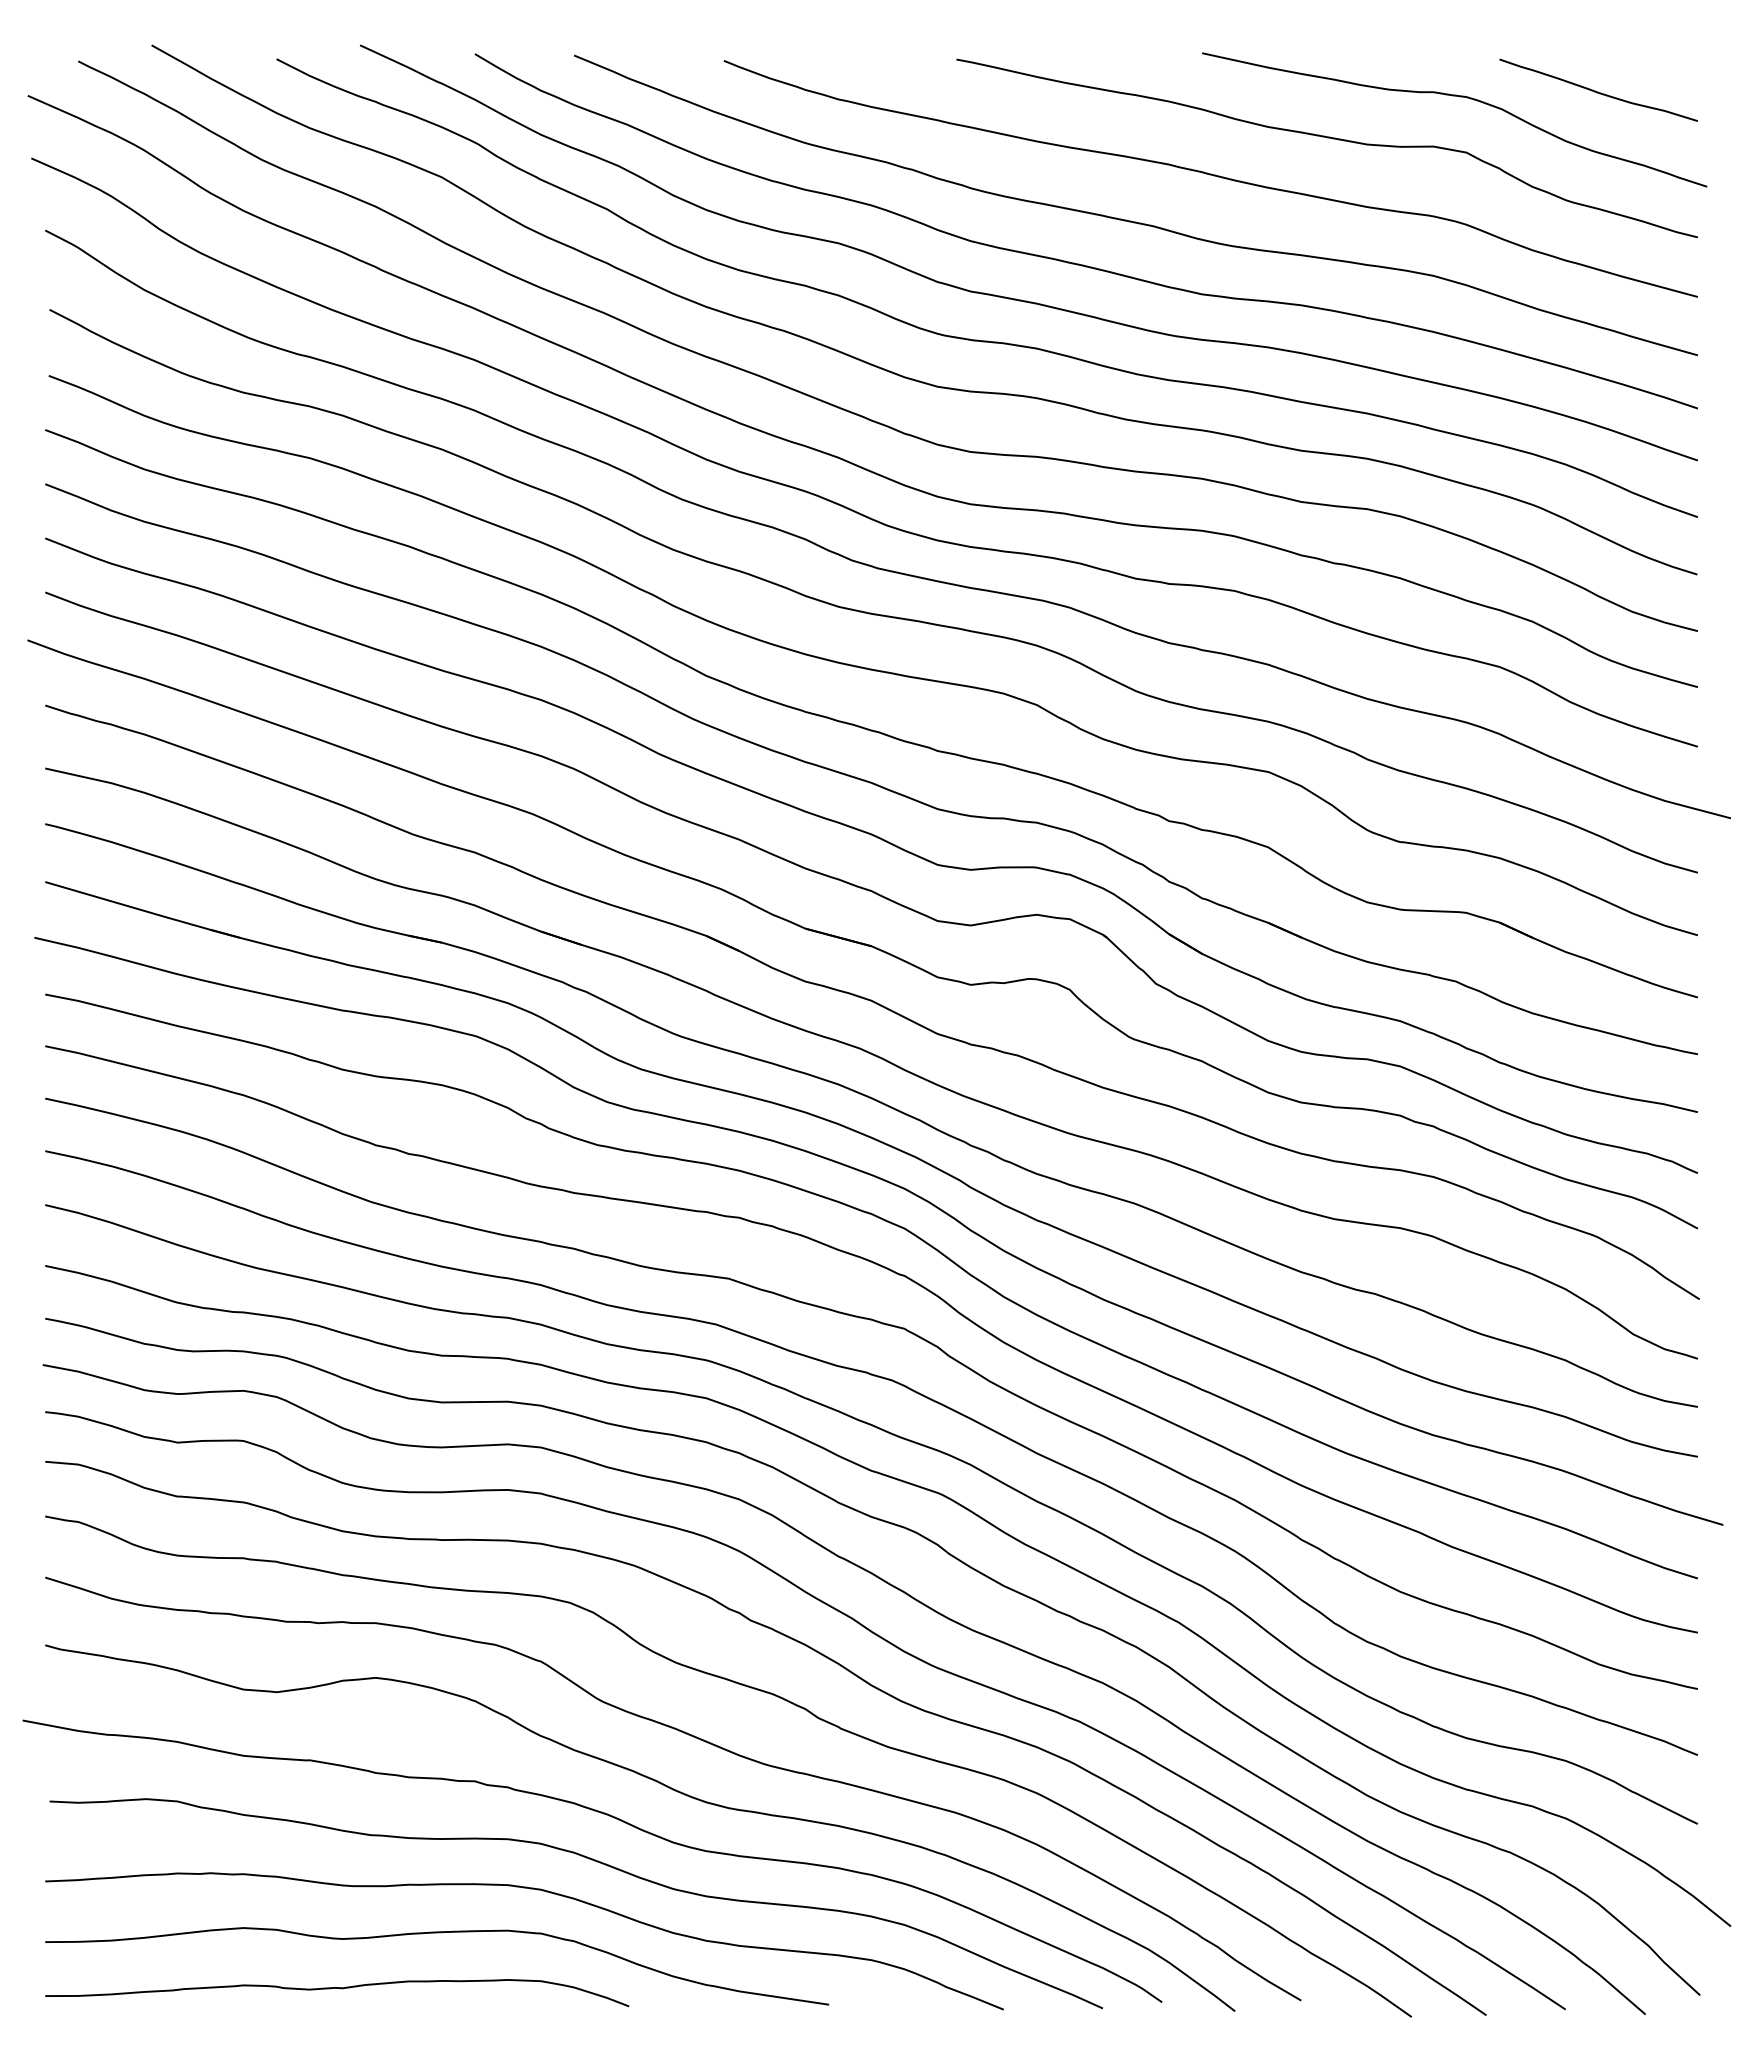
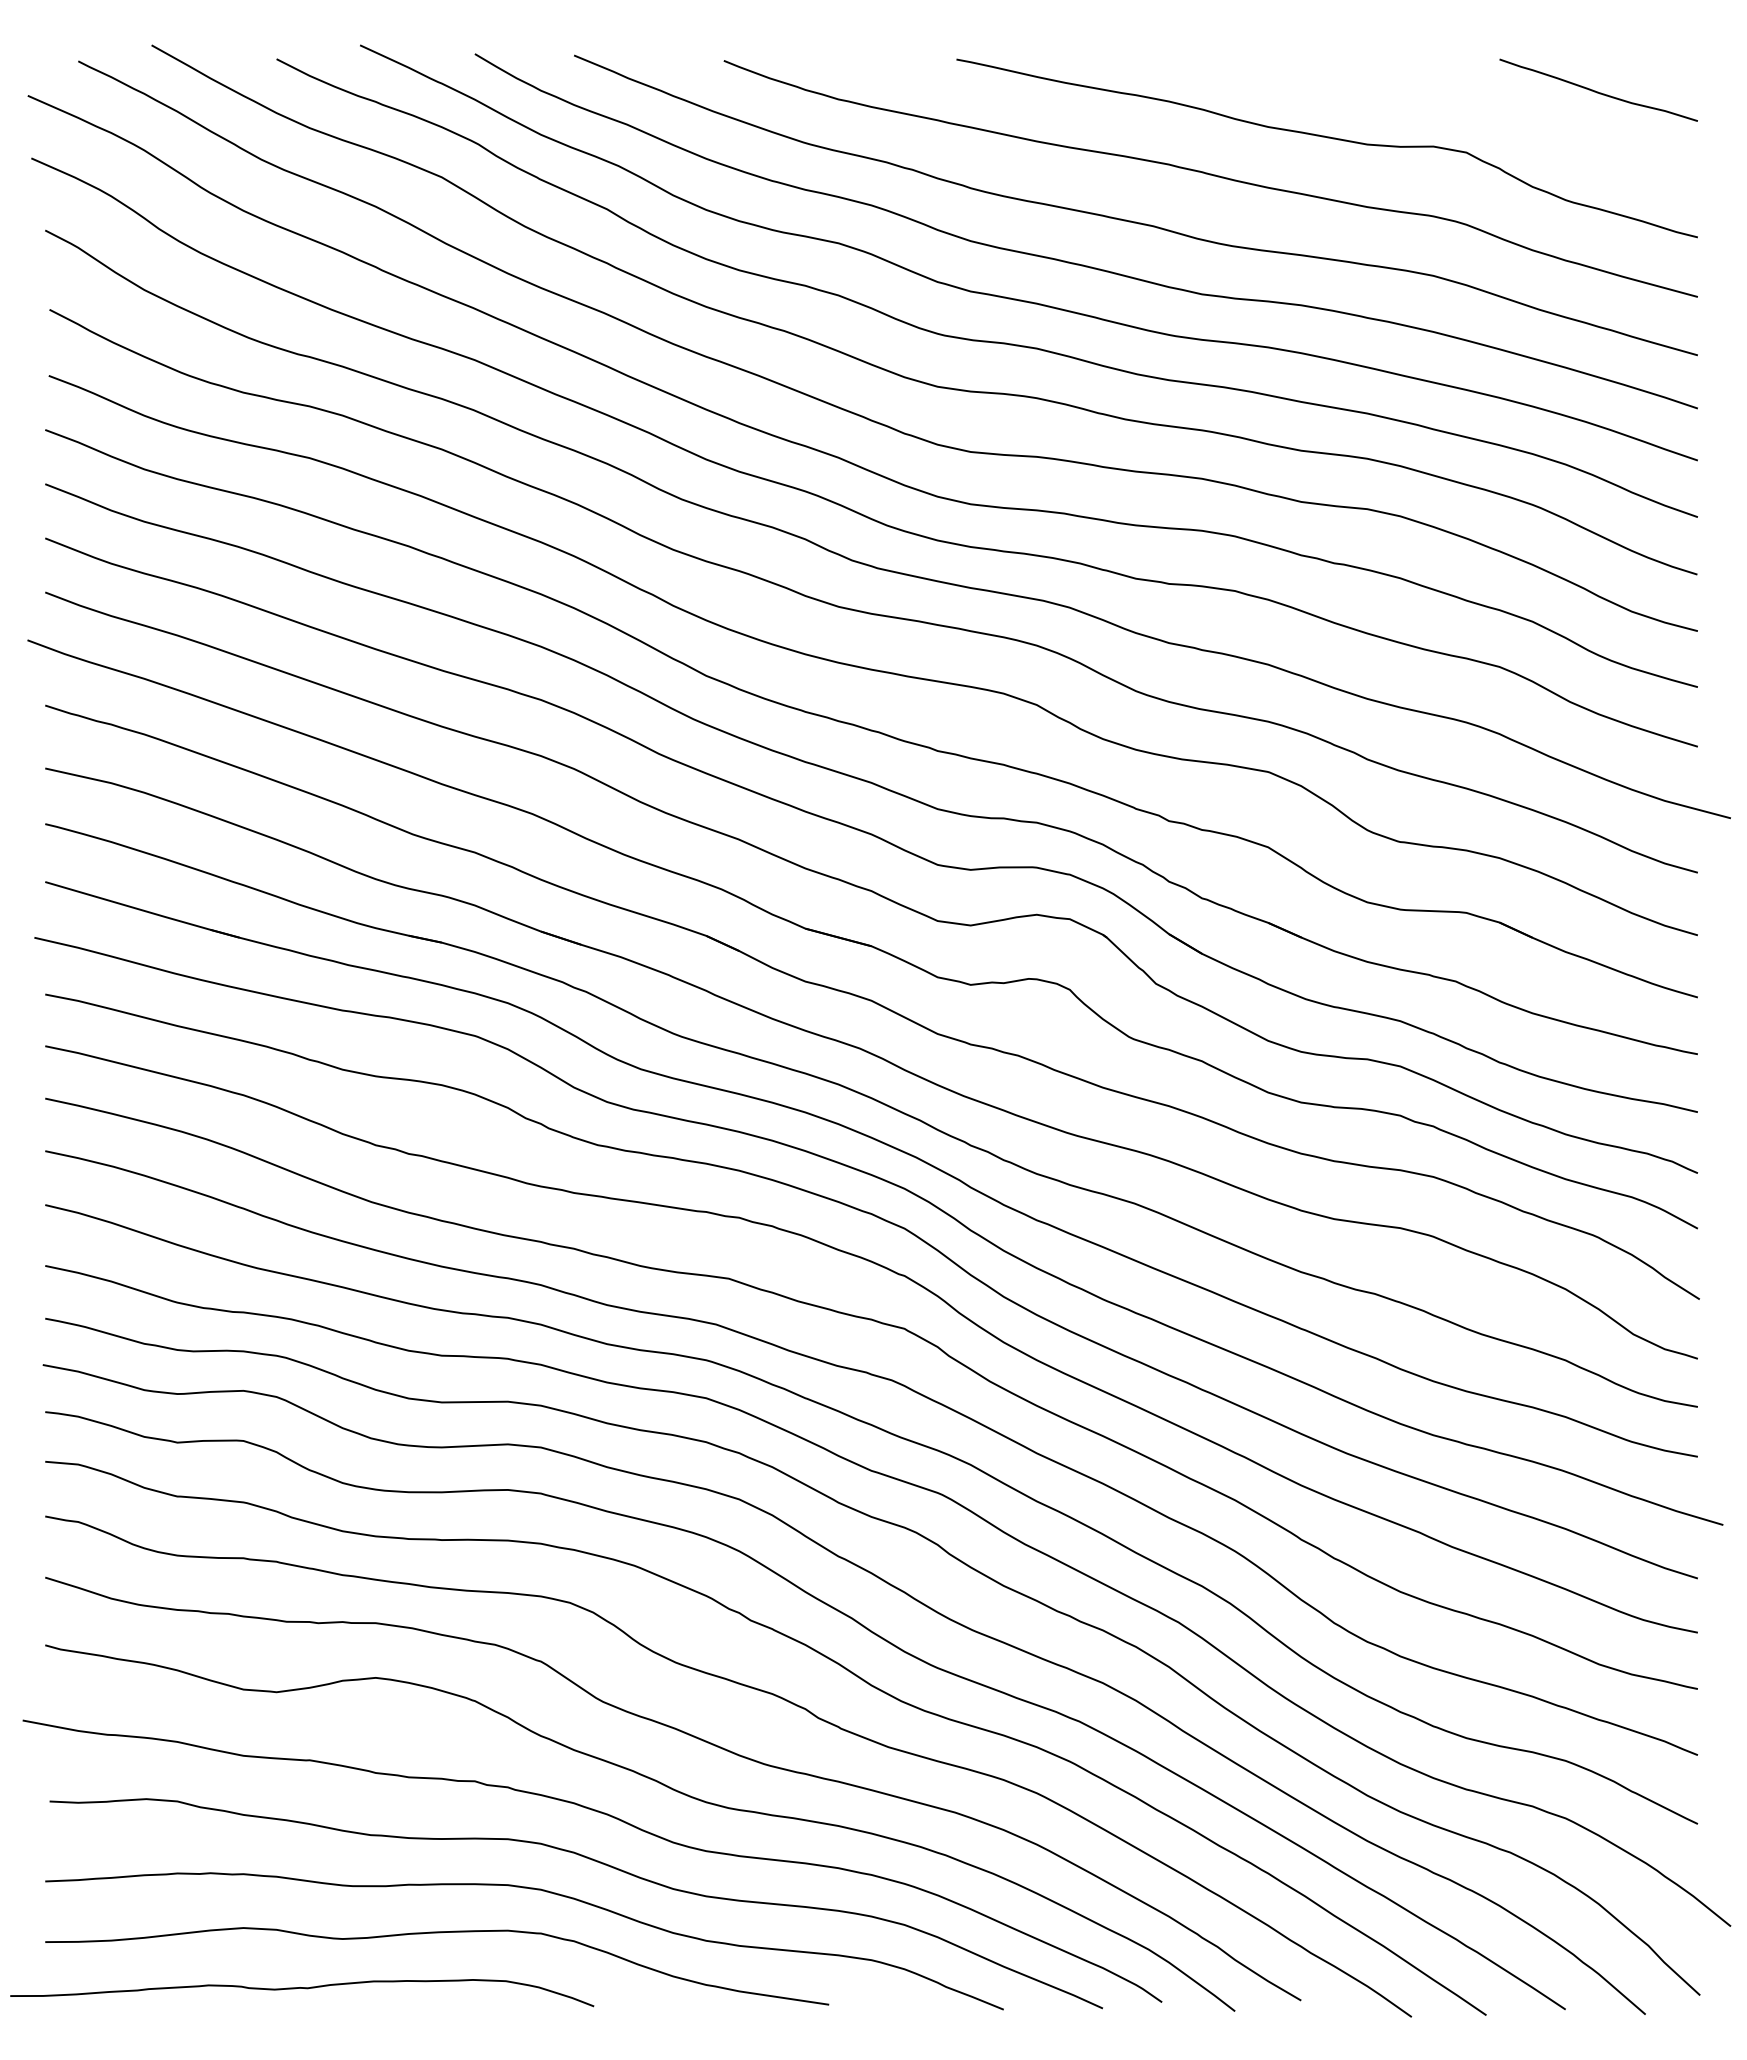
curve at (1459, 97): present -> none
curve at (337, 1988) position: (337, 1988) -> (302, 1988)
